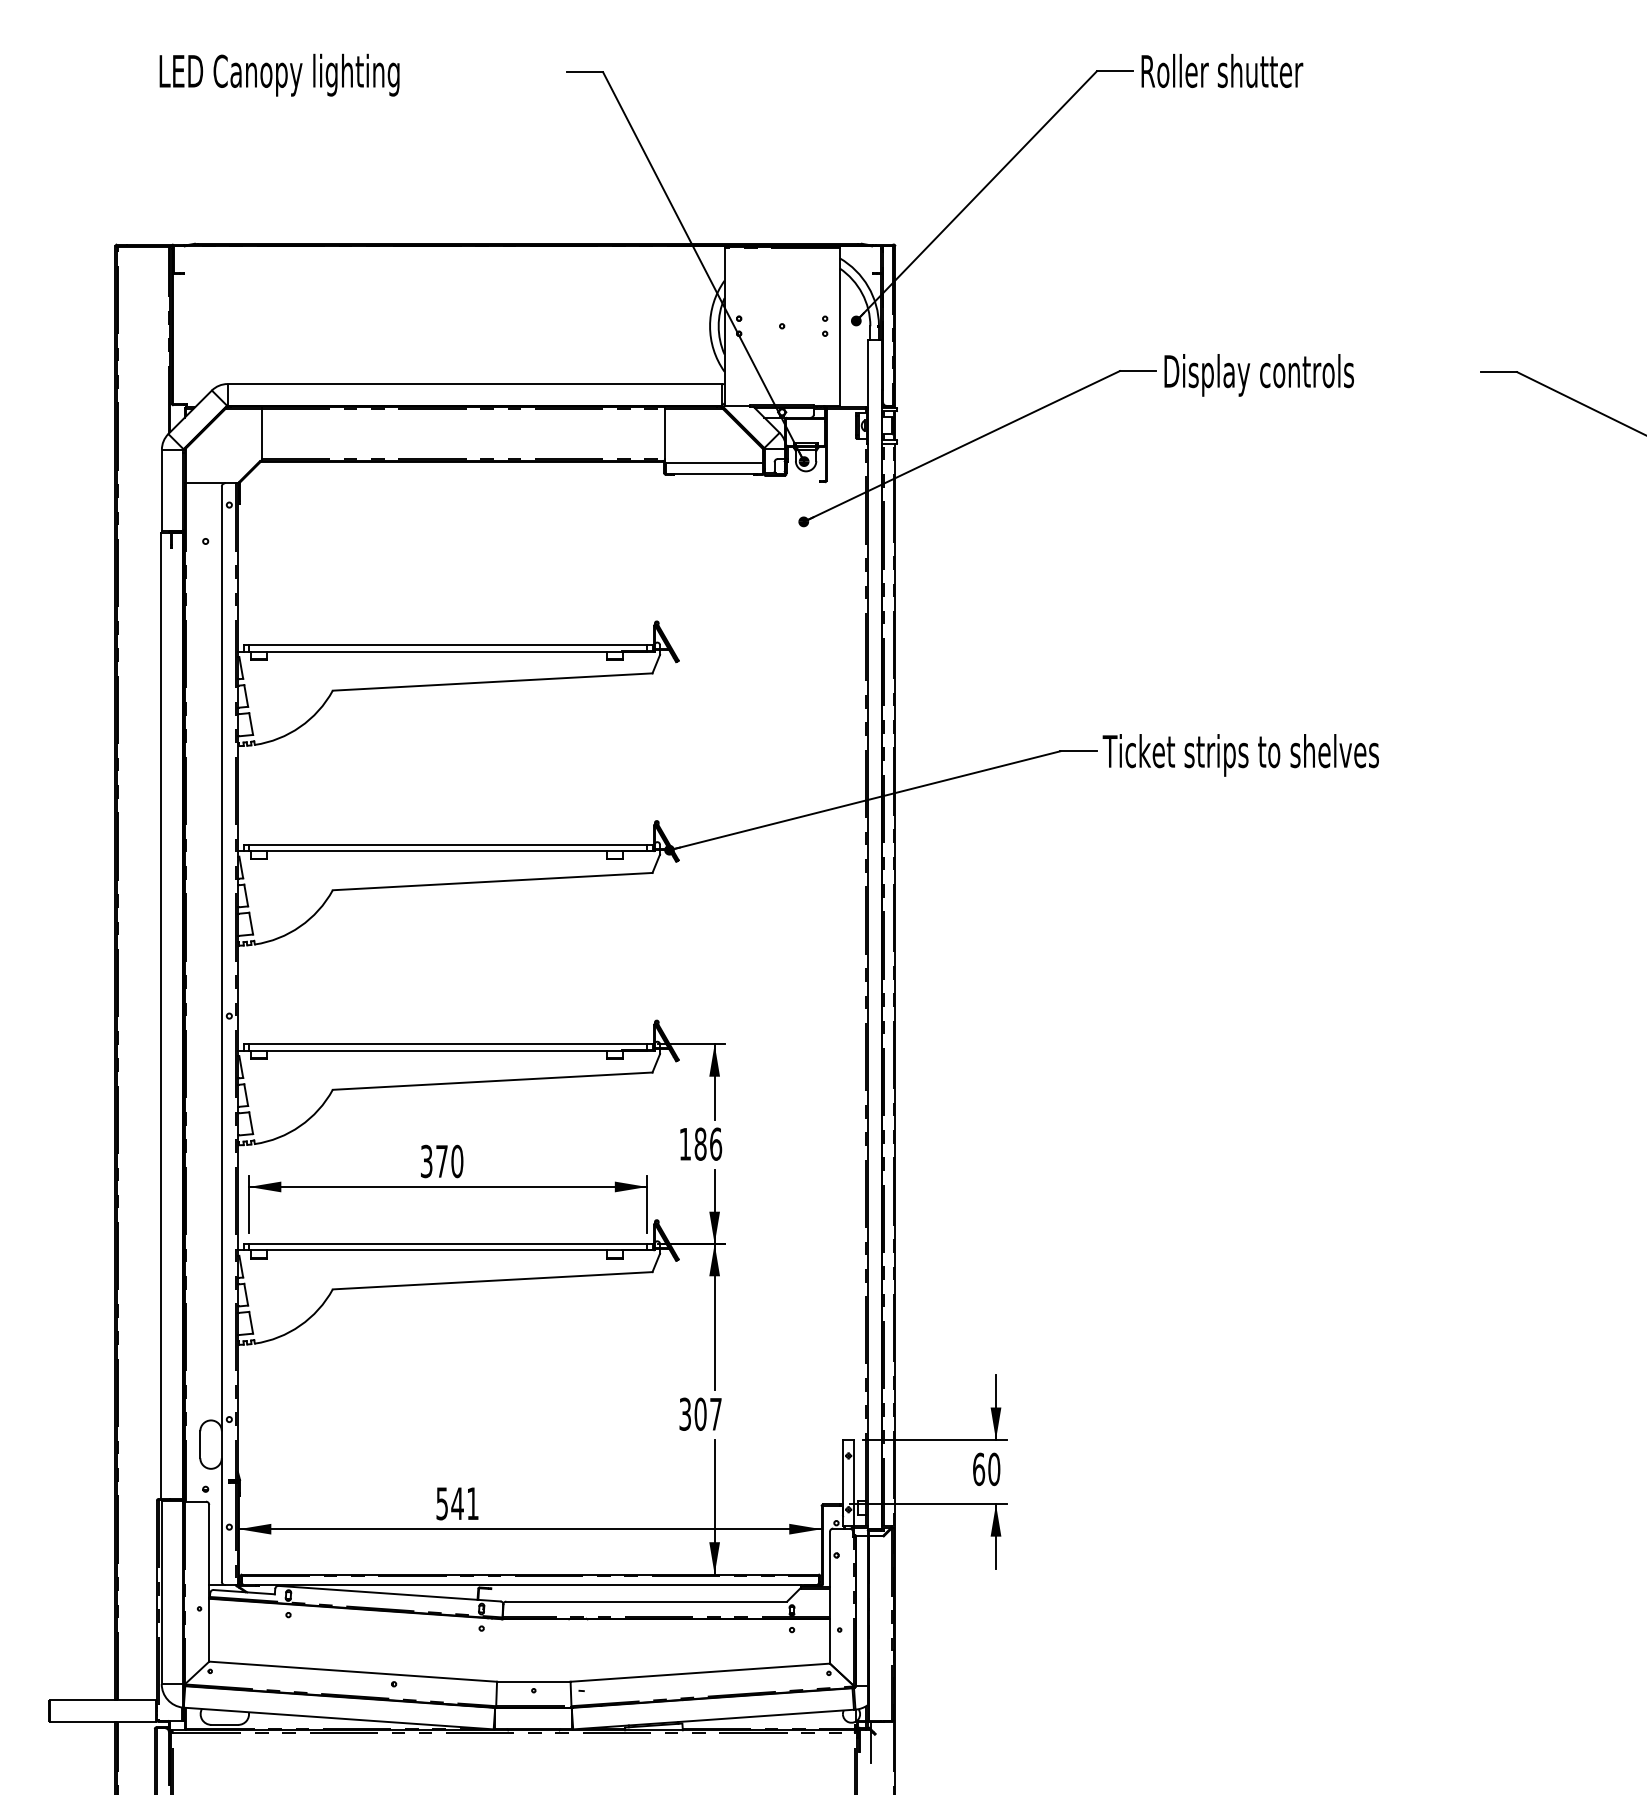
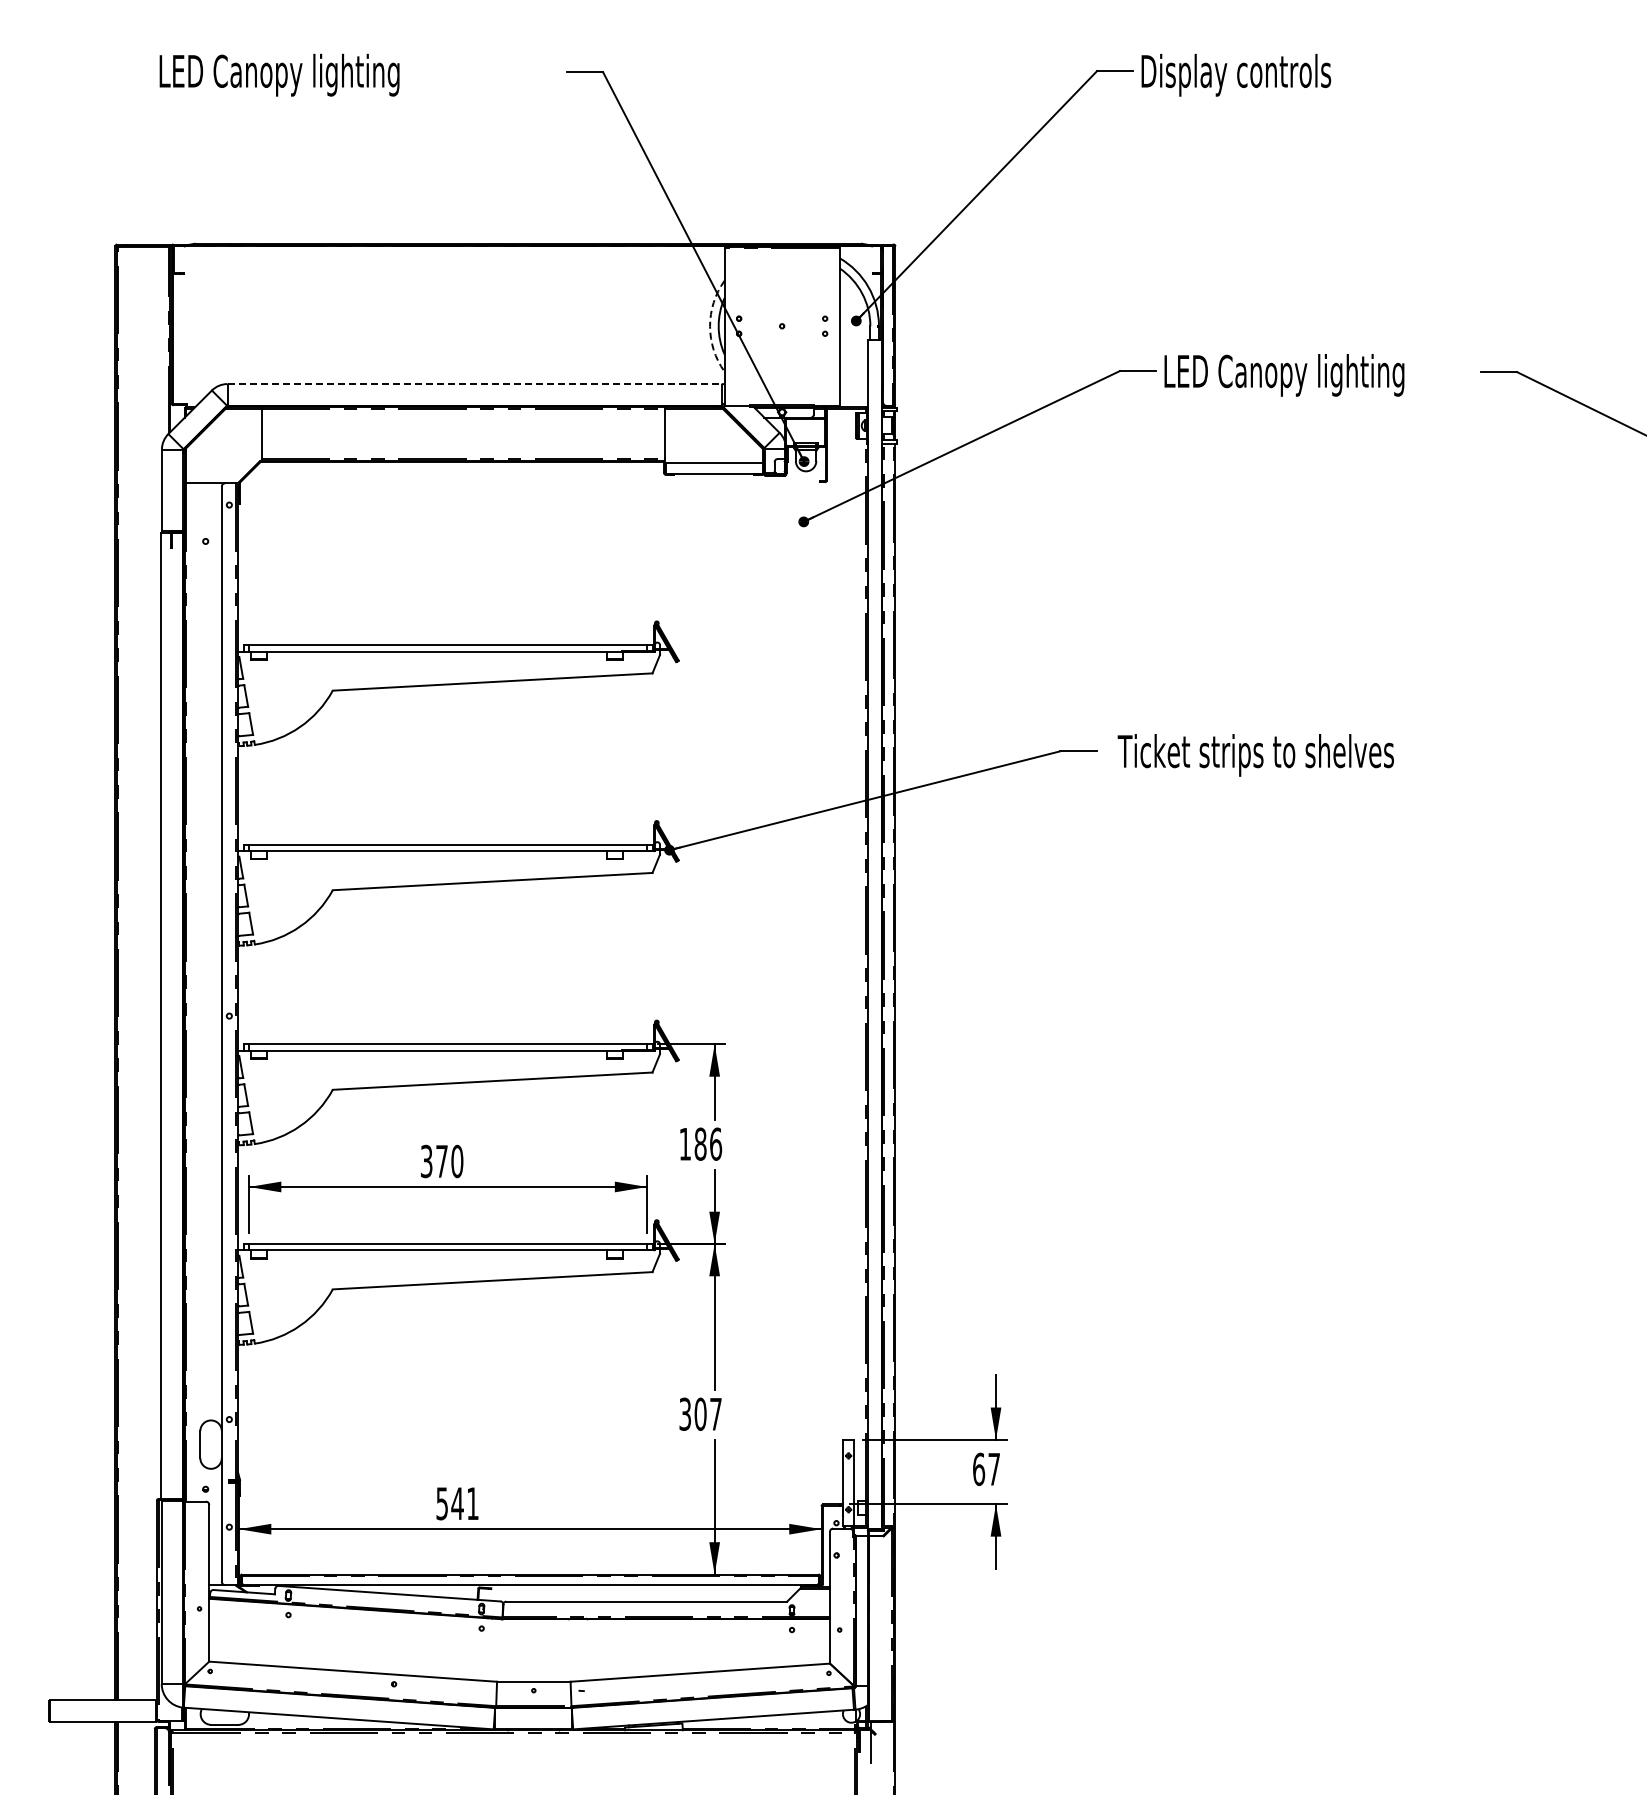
text at (1237, 74): Roller shutter -> Display controls
arc at (710, 326): solid -> dashed
text at (1285, 375): Display controls -> LED Canopy lighting
line at (475, 384): solid -> dashed
text at (1240, 755) position: (1240, 755) -> (1255, 755)
text at (994, 1469): 60 -> 67
